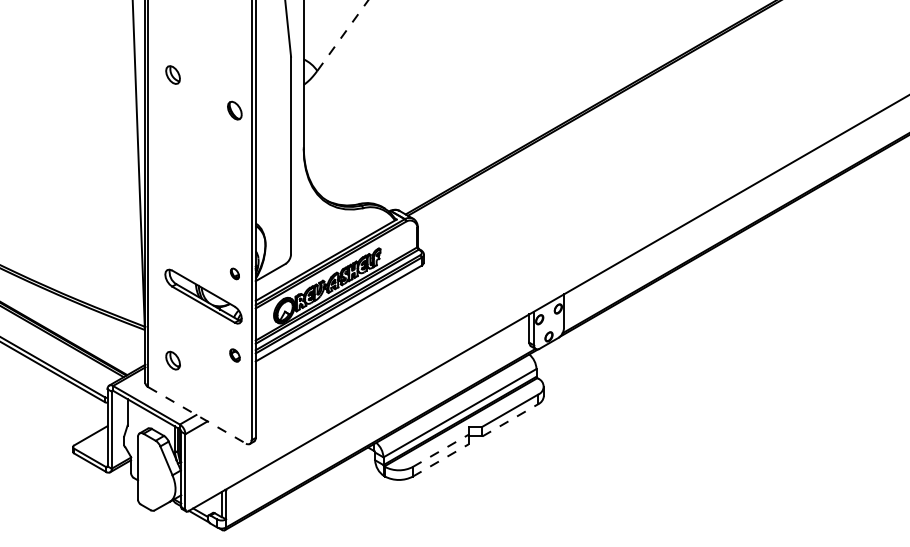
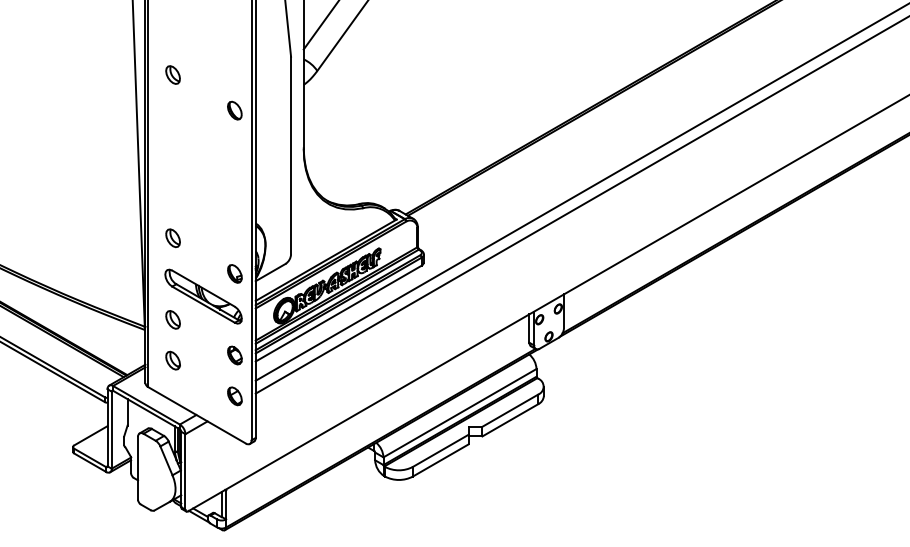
line at (320, 25): none -> present
line at (343, 35): dashed -> solid
line at (580, 192): none -> present
line at (580, 205): none -> present
part at (172, 238): none -> present
part at (234, 273) size: 10x14 px -> 16x20 px
part at (172, 319): none -> present
part at (234, 355) size: 12x15 px -> 16x21 px
part at (234, 396): none -> present
line at (197, 415): dashed -> solid
line at (510, 420): dashed -> solid
line at (441, 450): dashed -> solid
line at (441, 460): dashed -> solid
